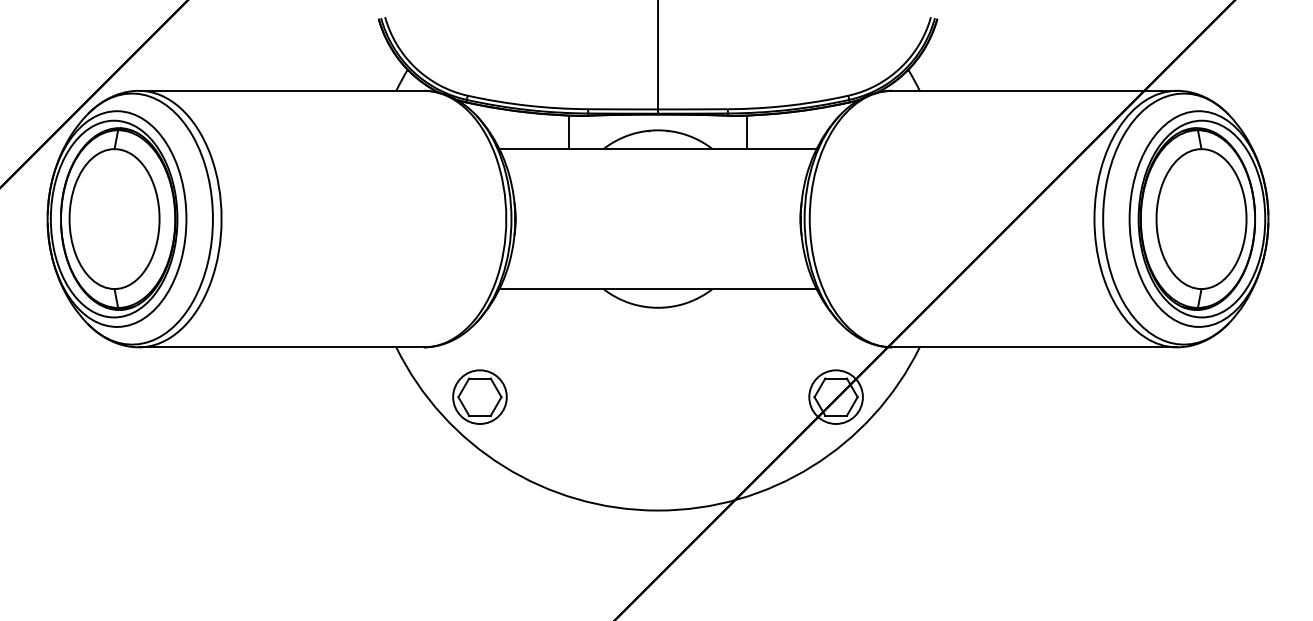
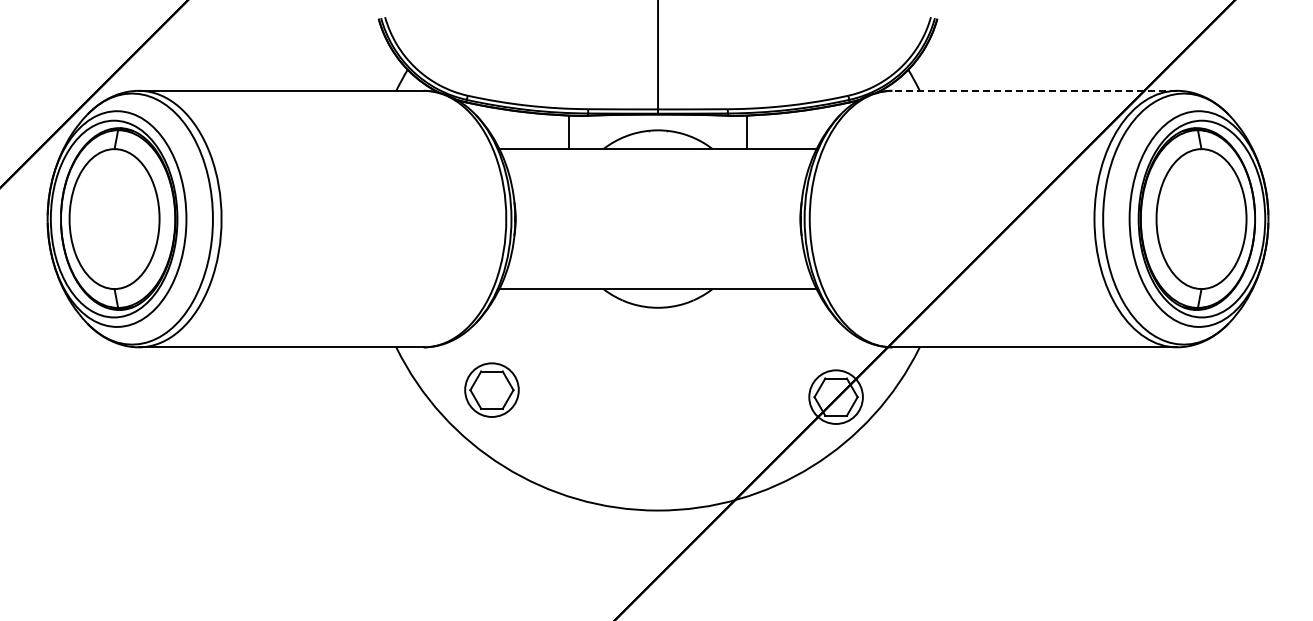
line at (1034, 90): solid -> dashed
part at (479, 396) position: (479, 396) -> (491, 389)
